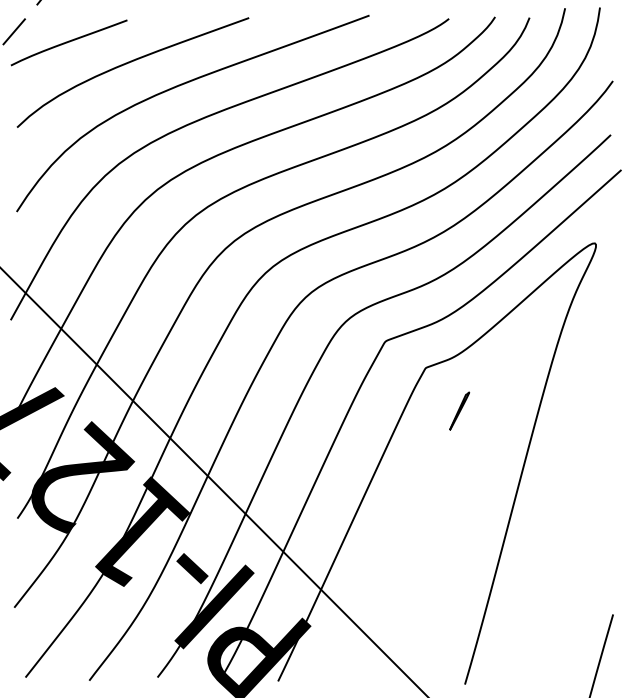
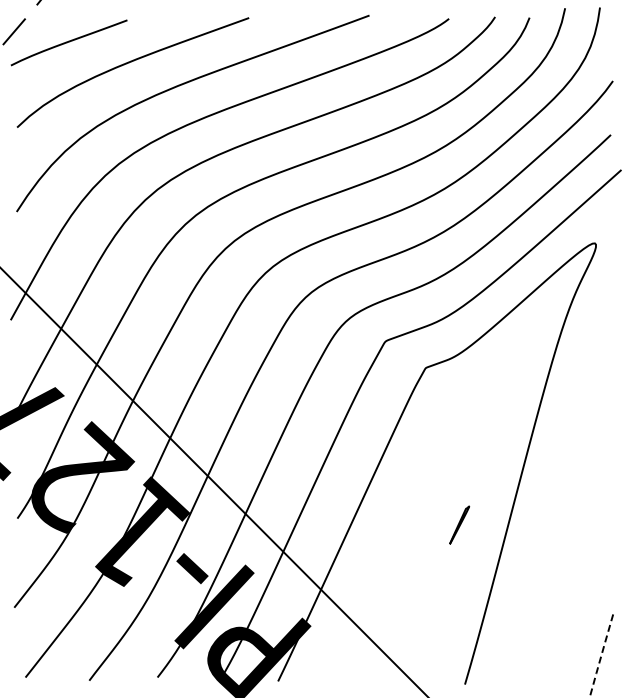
line at (459, 410) position: (459, 410) -> (459, 524)
line at (601, 656): solid -> dashed
